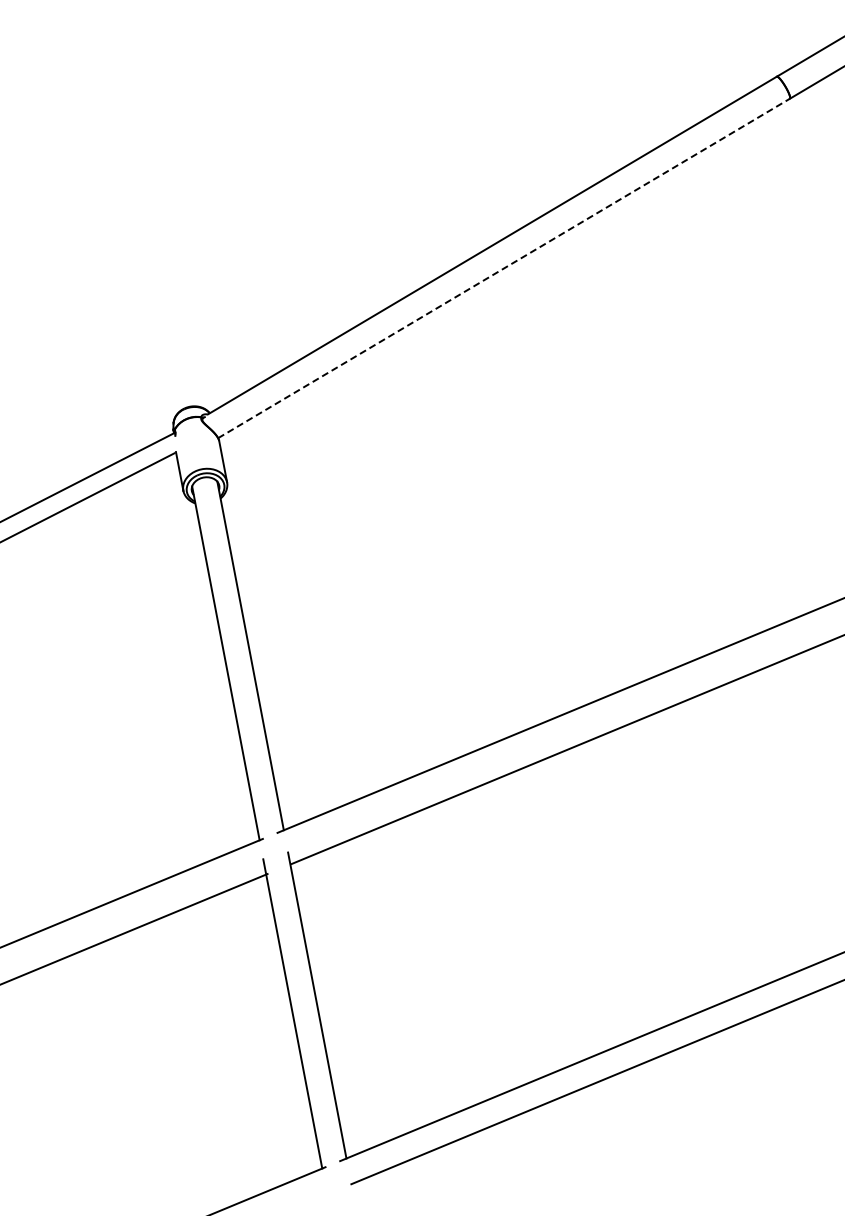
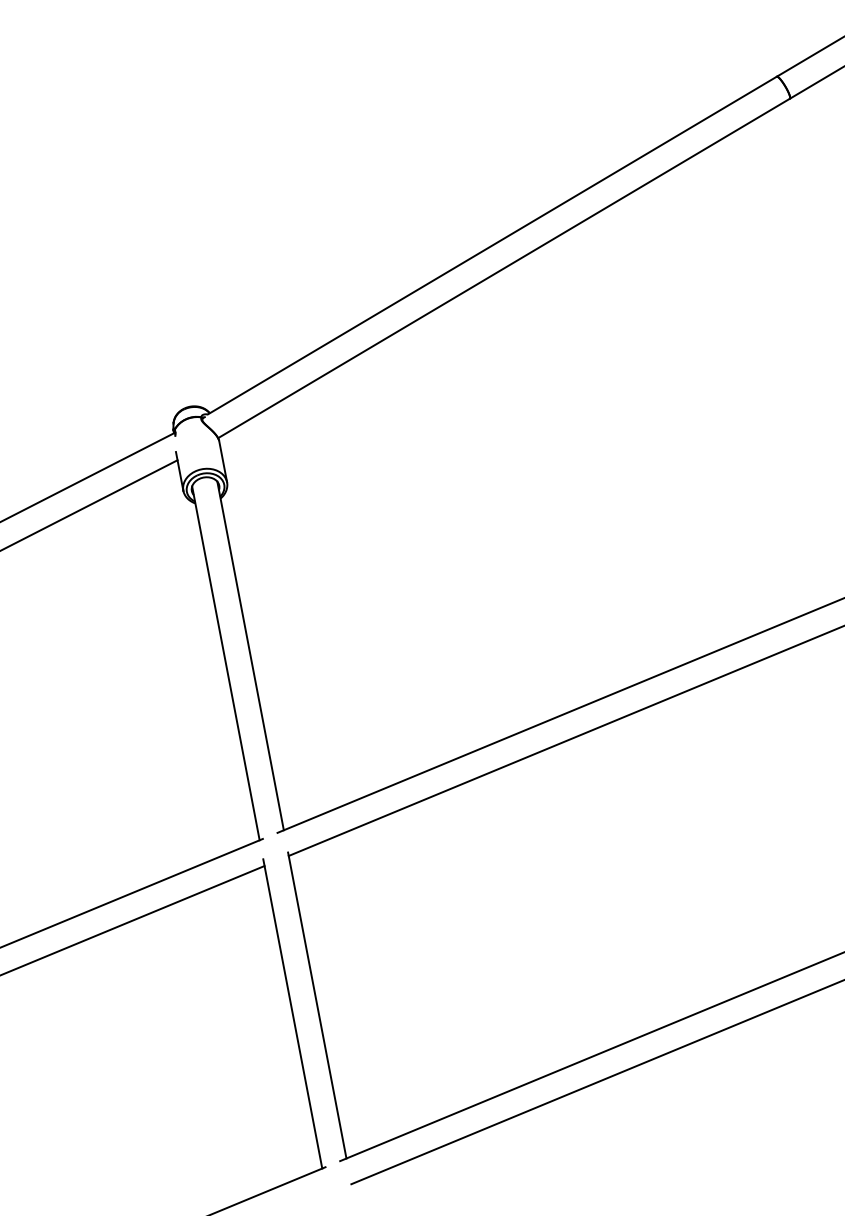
line at (504, 268): dashed -> solid
line at (88, 497) position: (88, 497) -> (89, 505)
line at (566, 749) position: (566, 749) -> (564, 740)
line at (134, 928) position: (134, 928) -> (133, 920)
